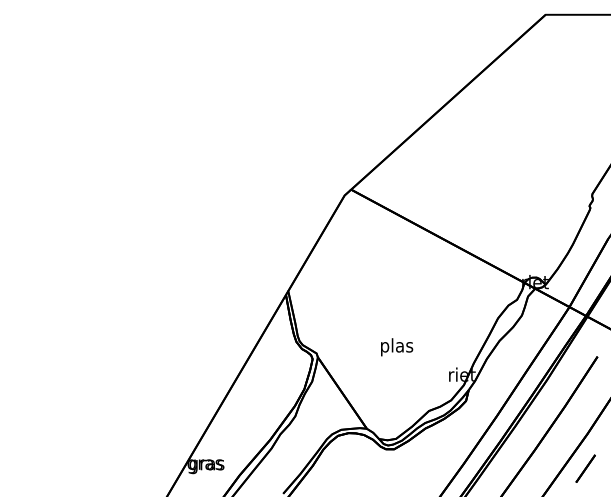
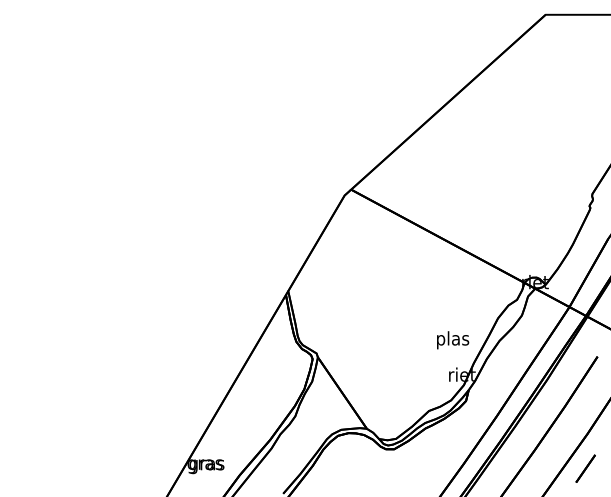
text at (397, 347) position: (397, 347) -> (453, 340)
